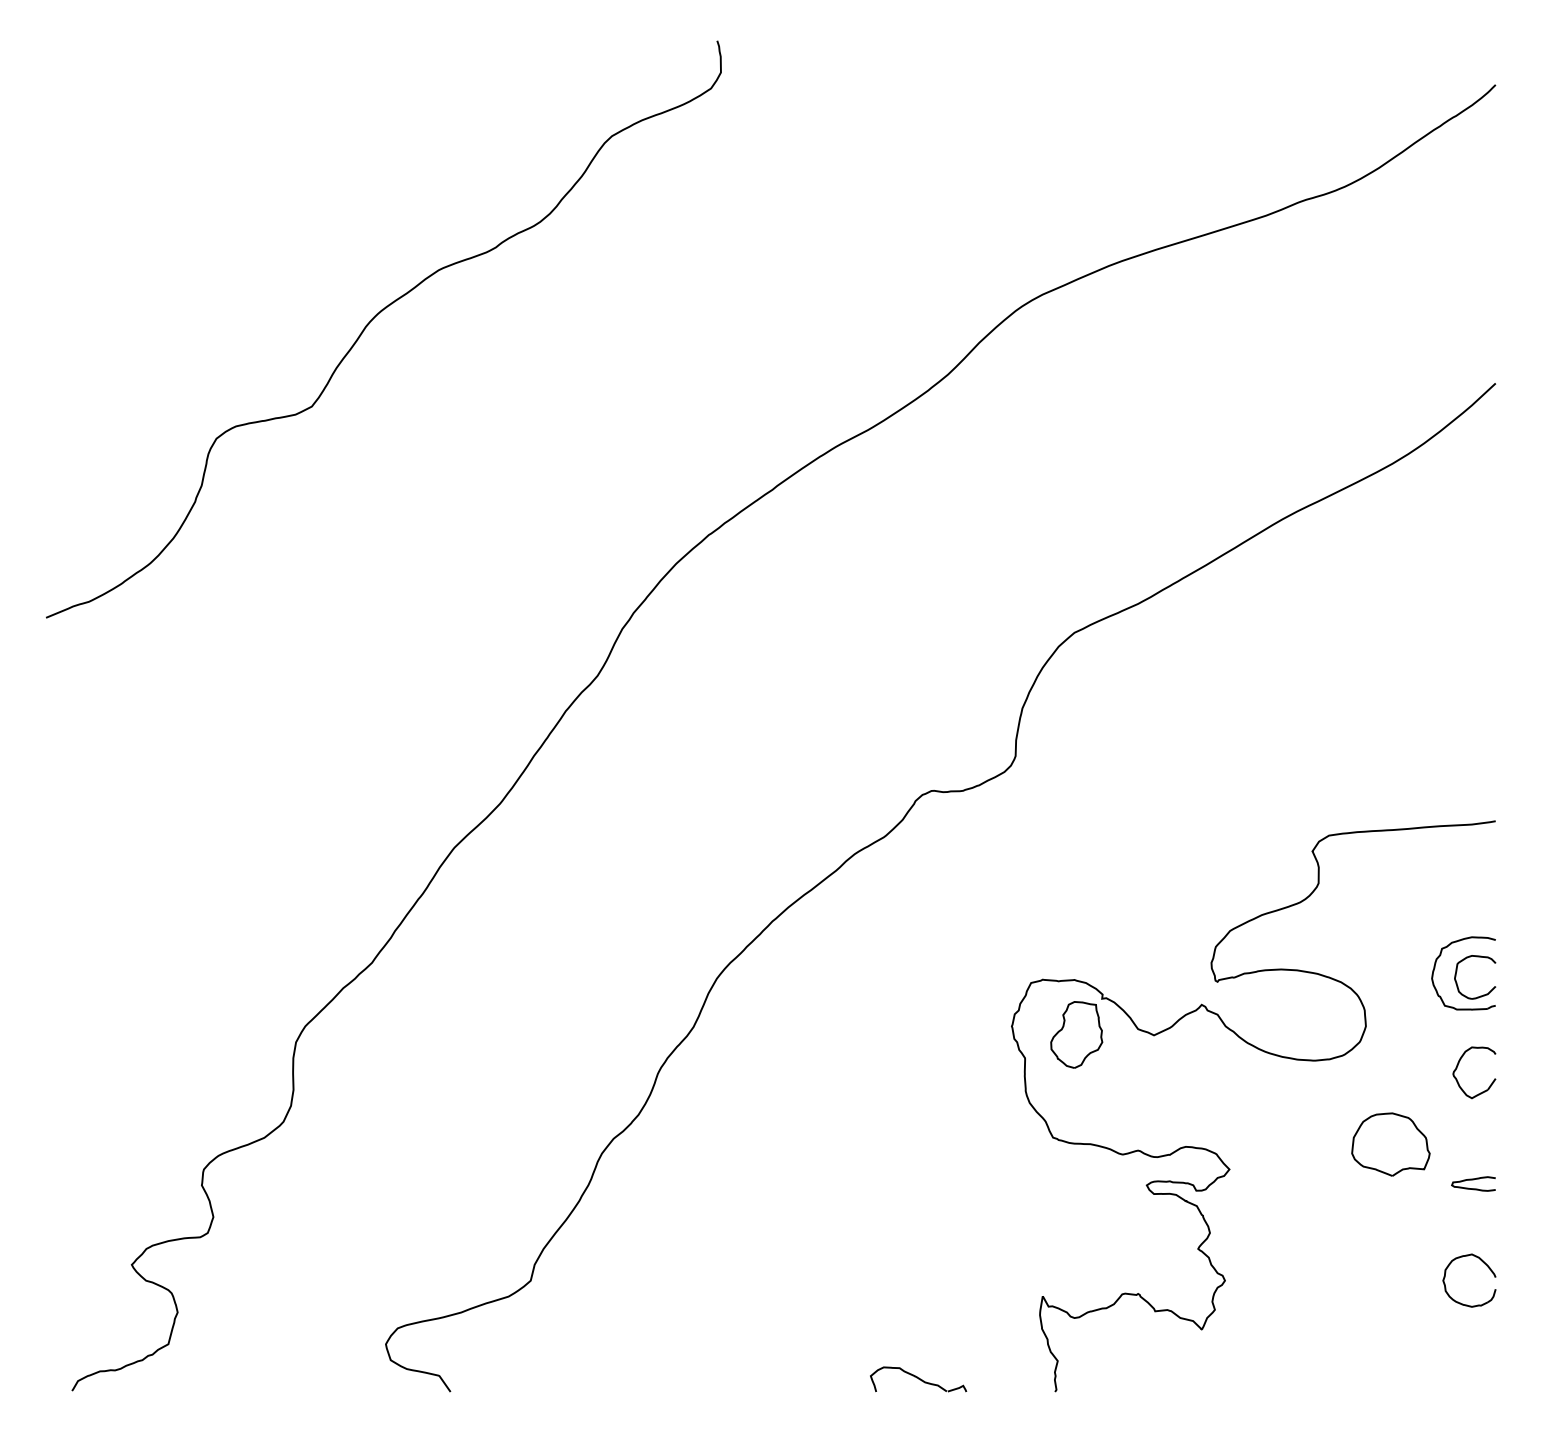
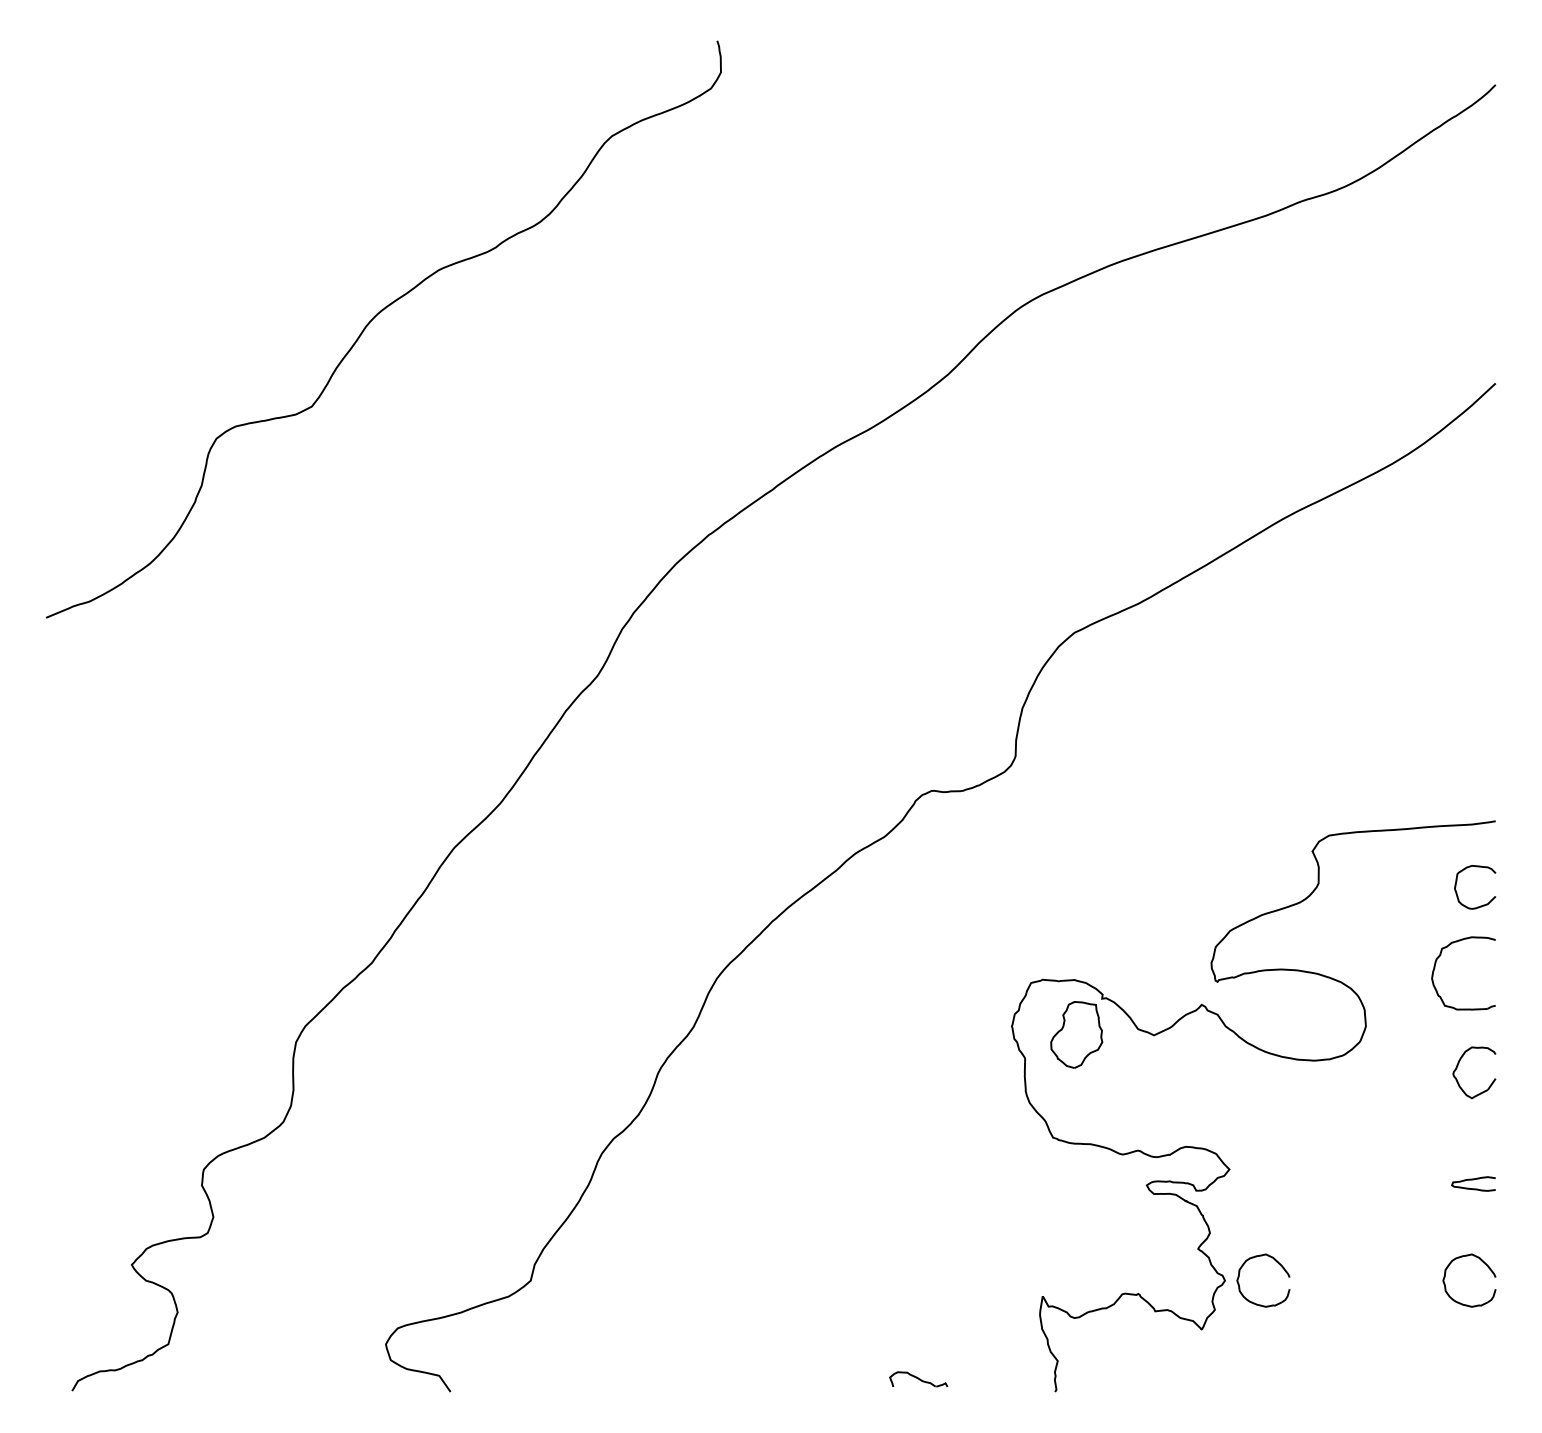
part at (1457, 982) position: (1457, 982) -> (1457, 892)
part at (1390, 1144): present -> none
part at (1278, 1264): none -> present
part at (918, 1379) size: 98x27 px -> 60x17 px
